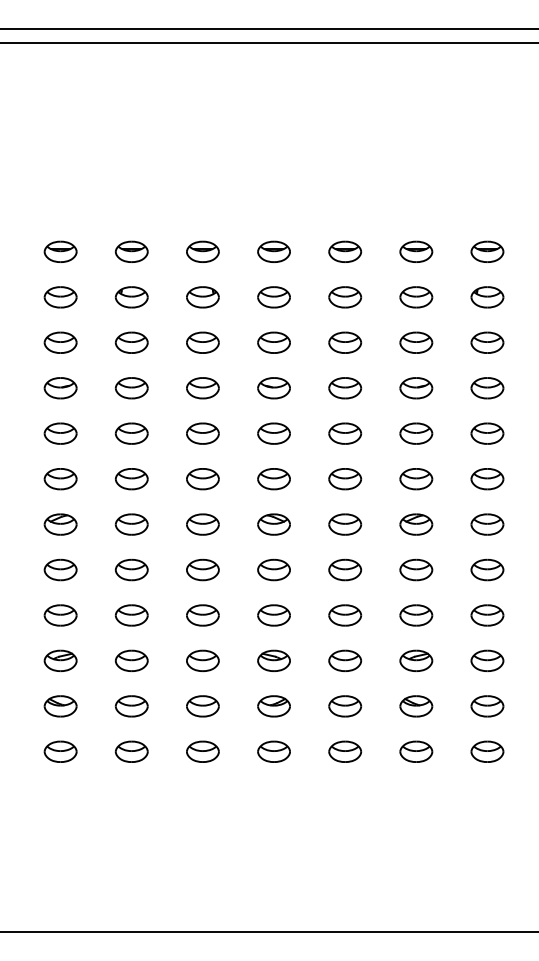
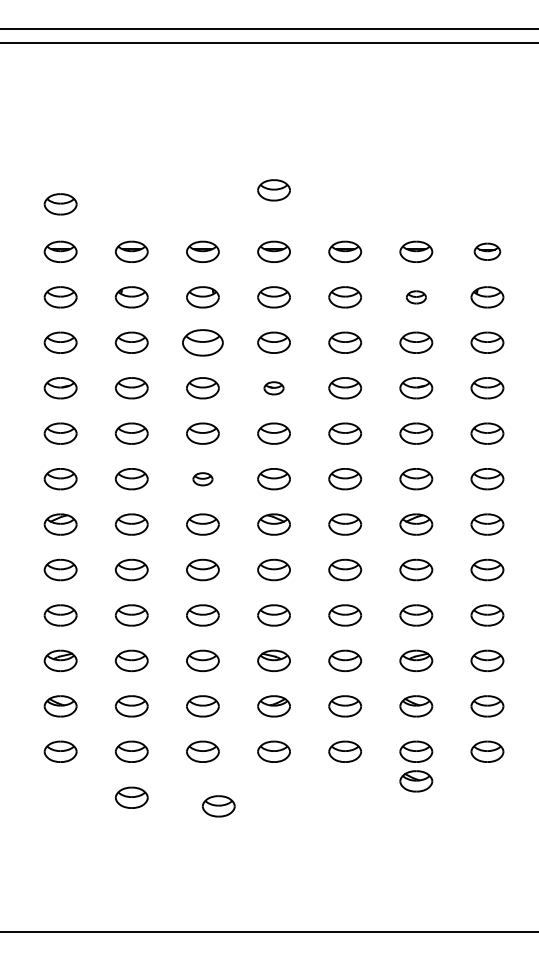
part at (273, 190): none -> present
part at (60, 204): none -> present
part at (487, 251) size: 35x23 px -> 29x19 px
part at (416, 297) size: 35x23 px -> 22x15 px
part at (202, 342) size: 34x23 px -> 42x28 px
part at (273, 388) size: 34x23 px -> 22x15 px
part at (202, 479) size: 34x23 px -> 22x15 px
part at (416, 781): none -> present
part at (131, 797): none -> present
part at (218, 806): none -> present
